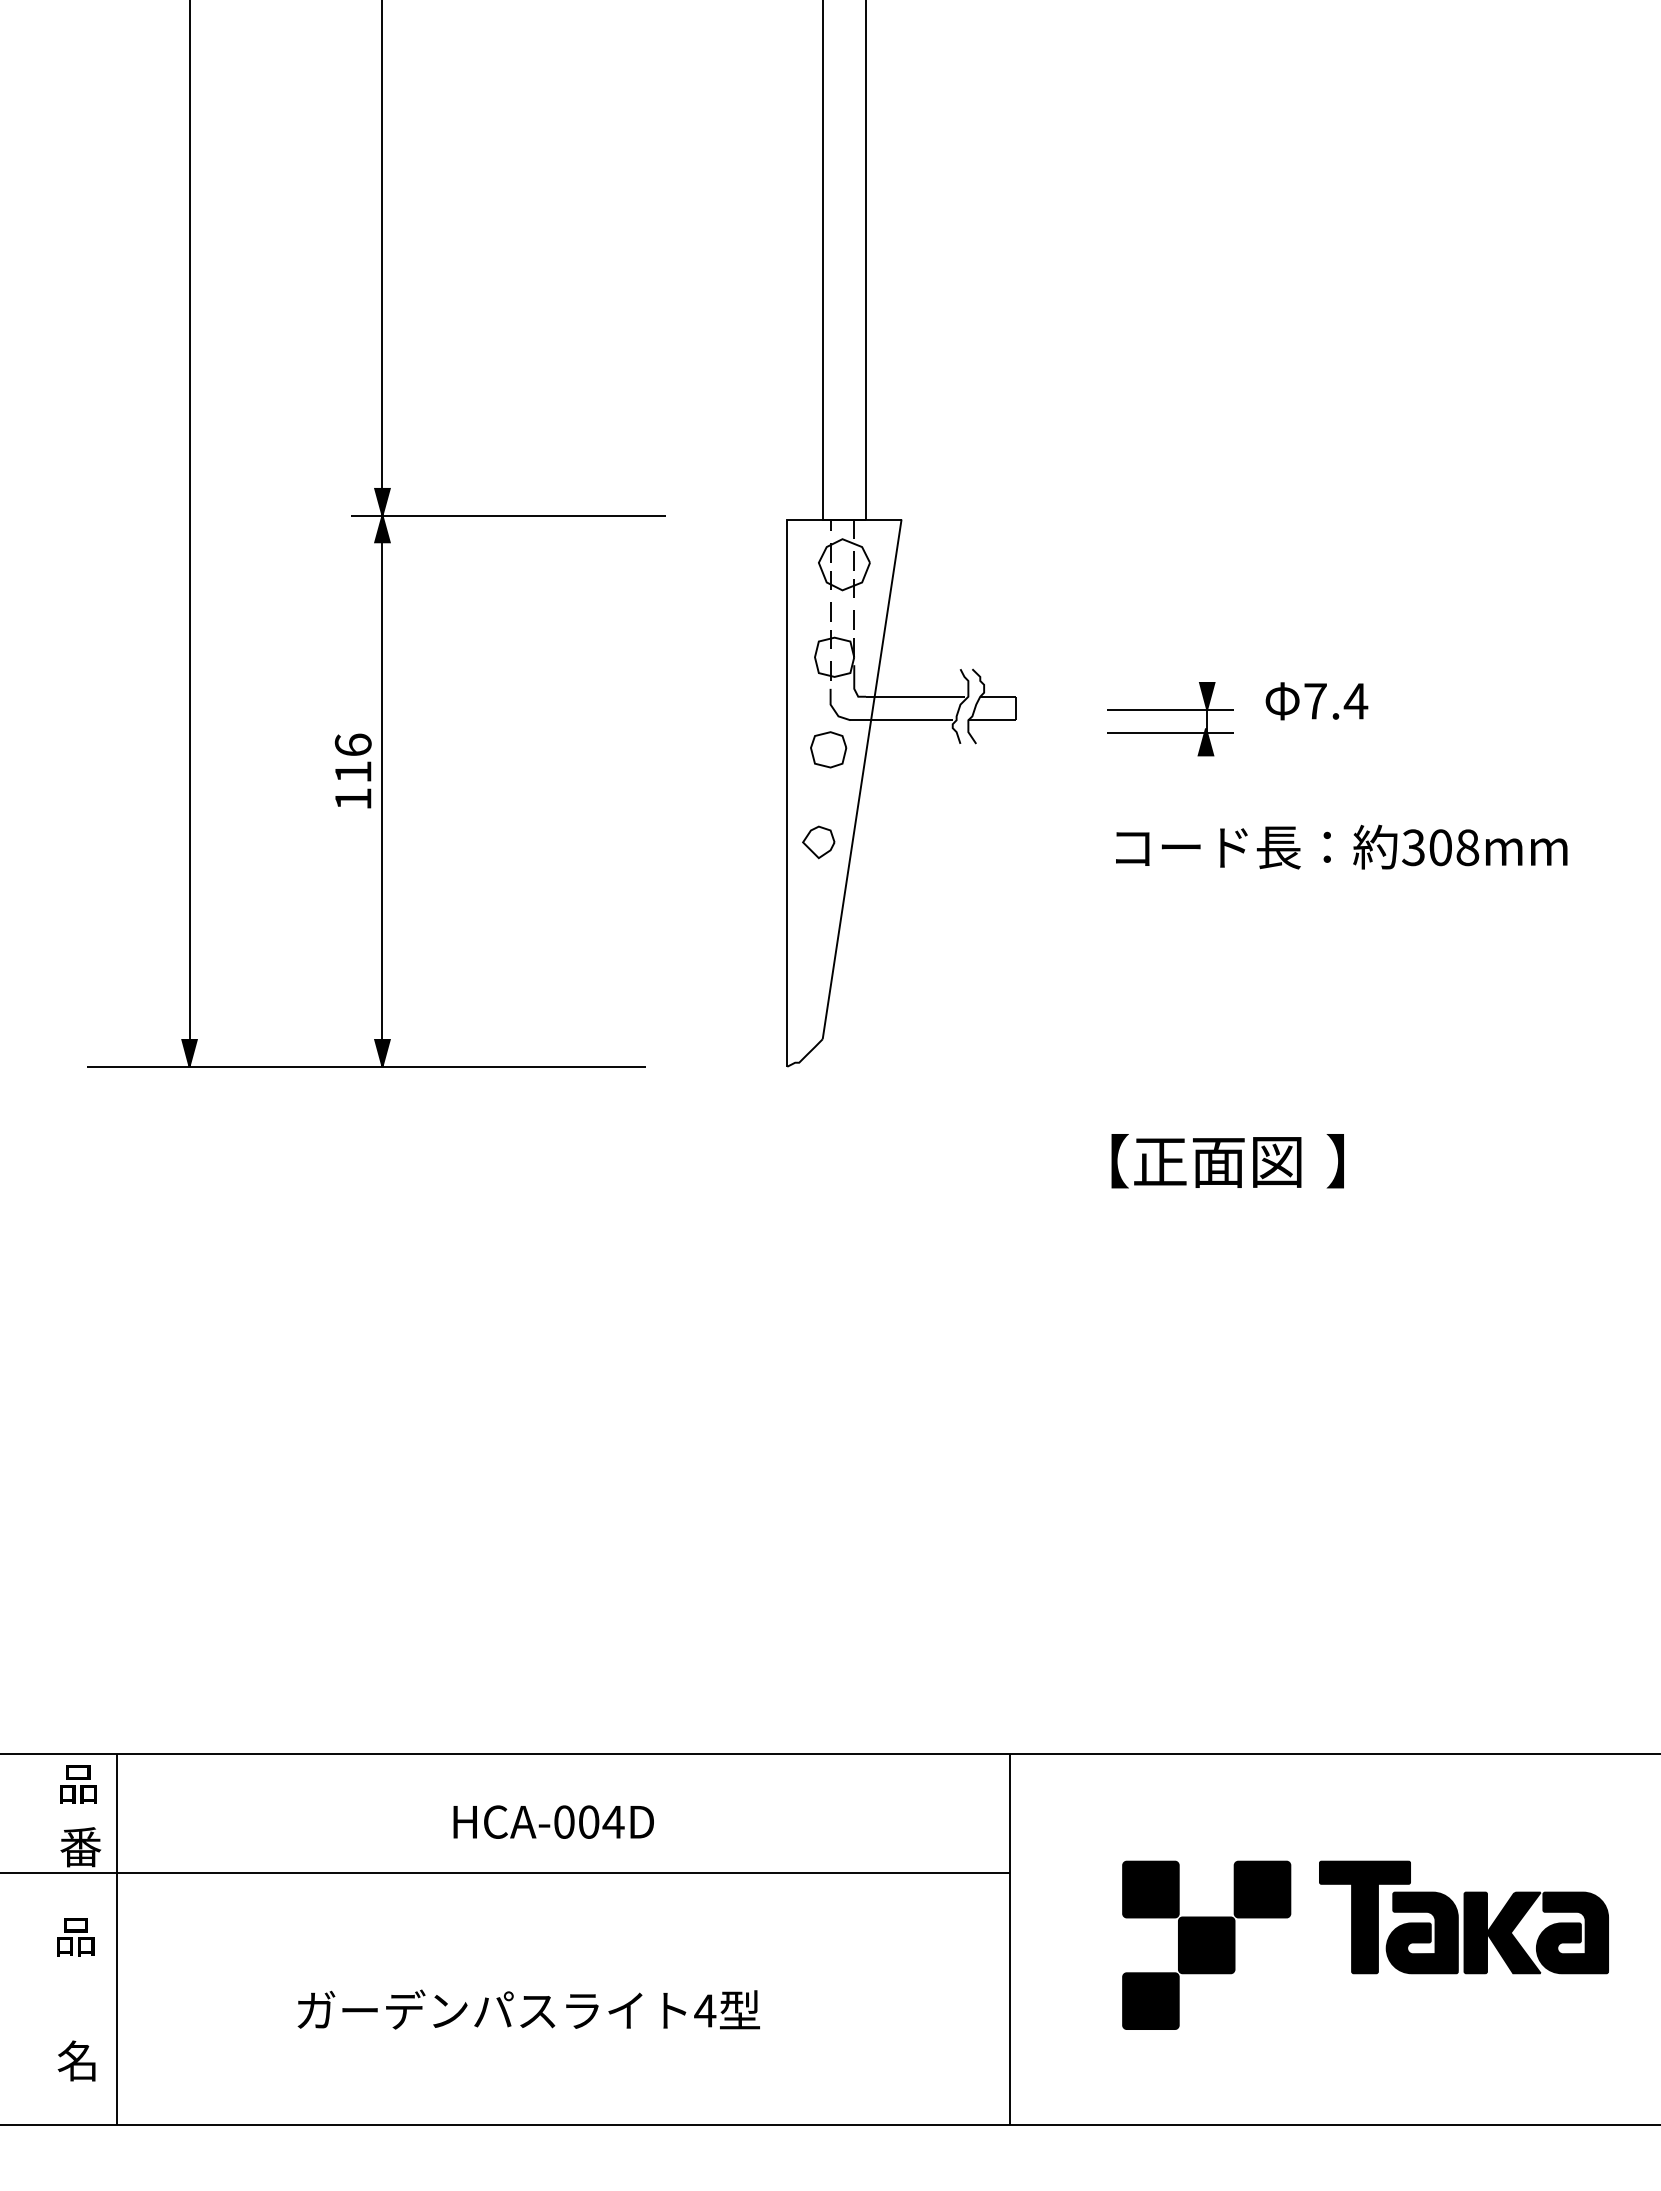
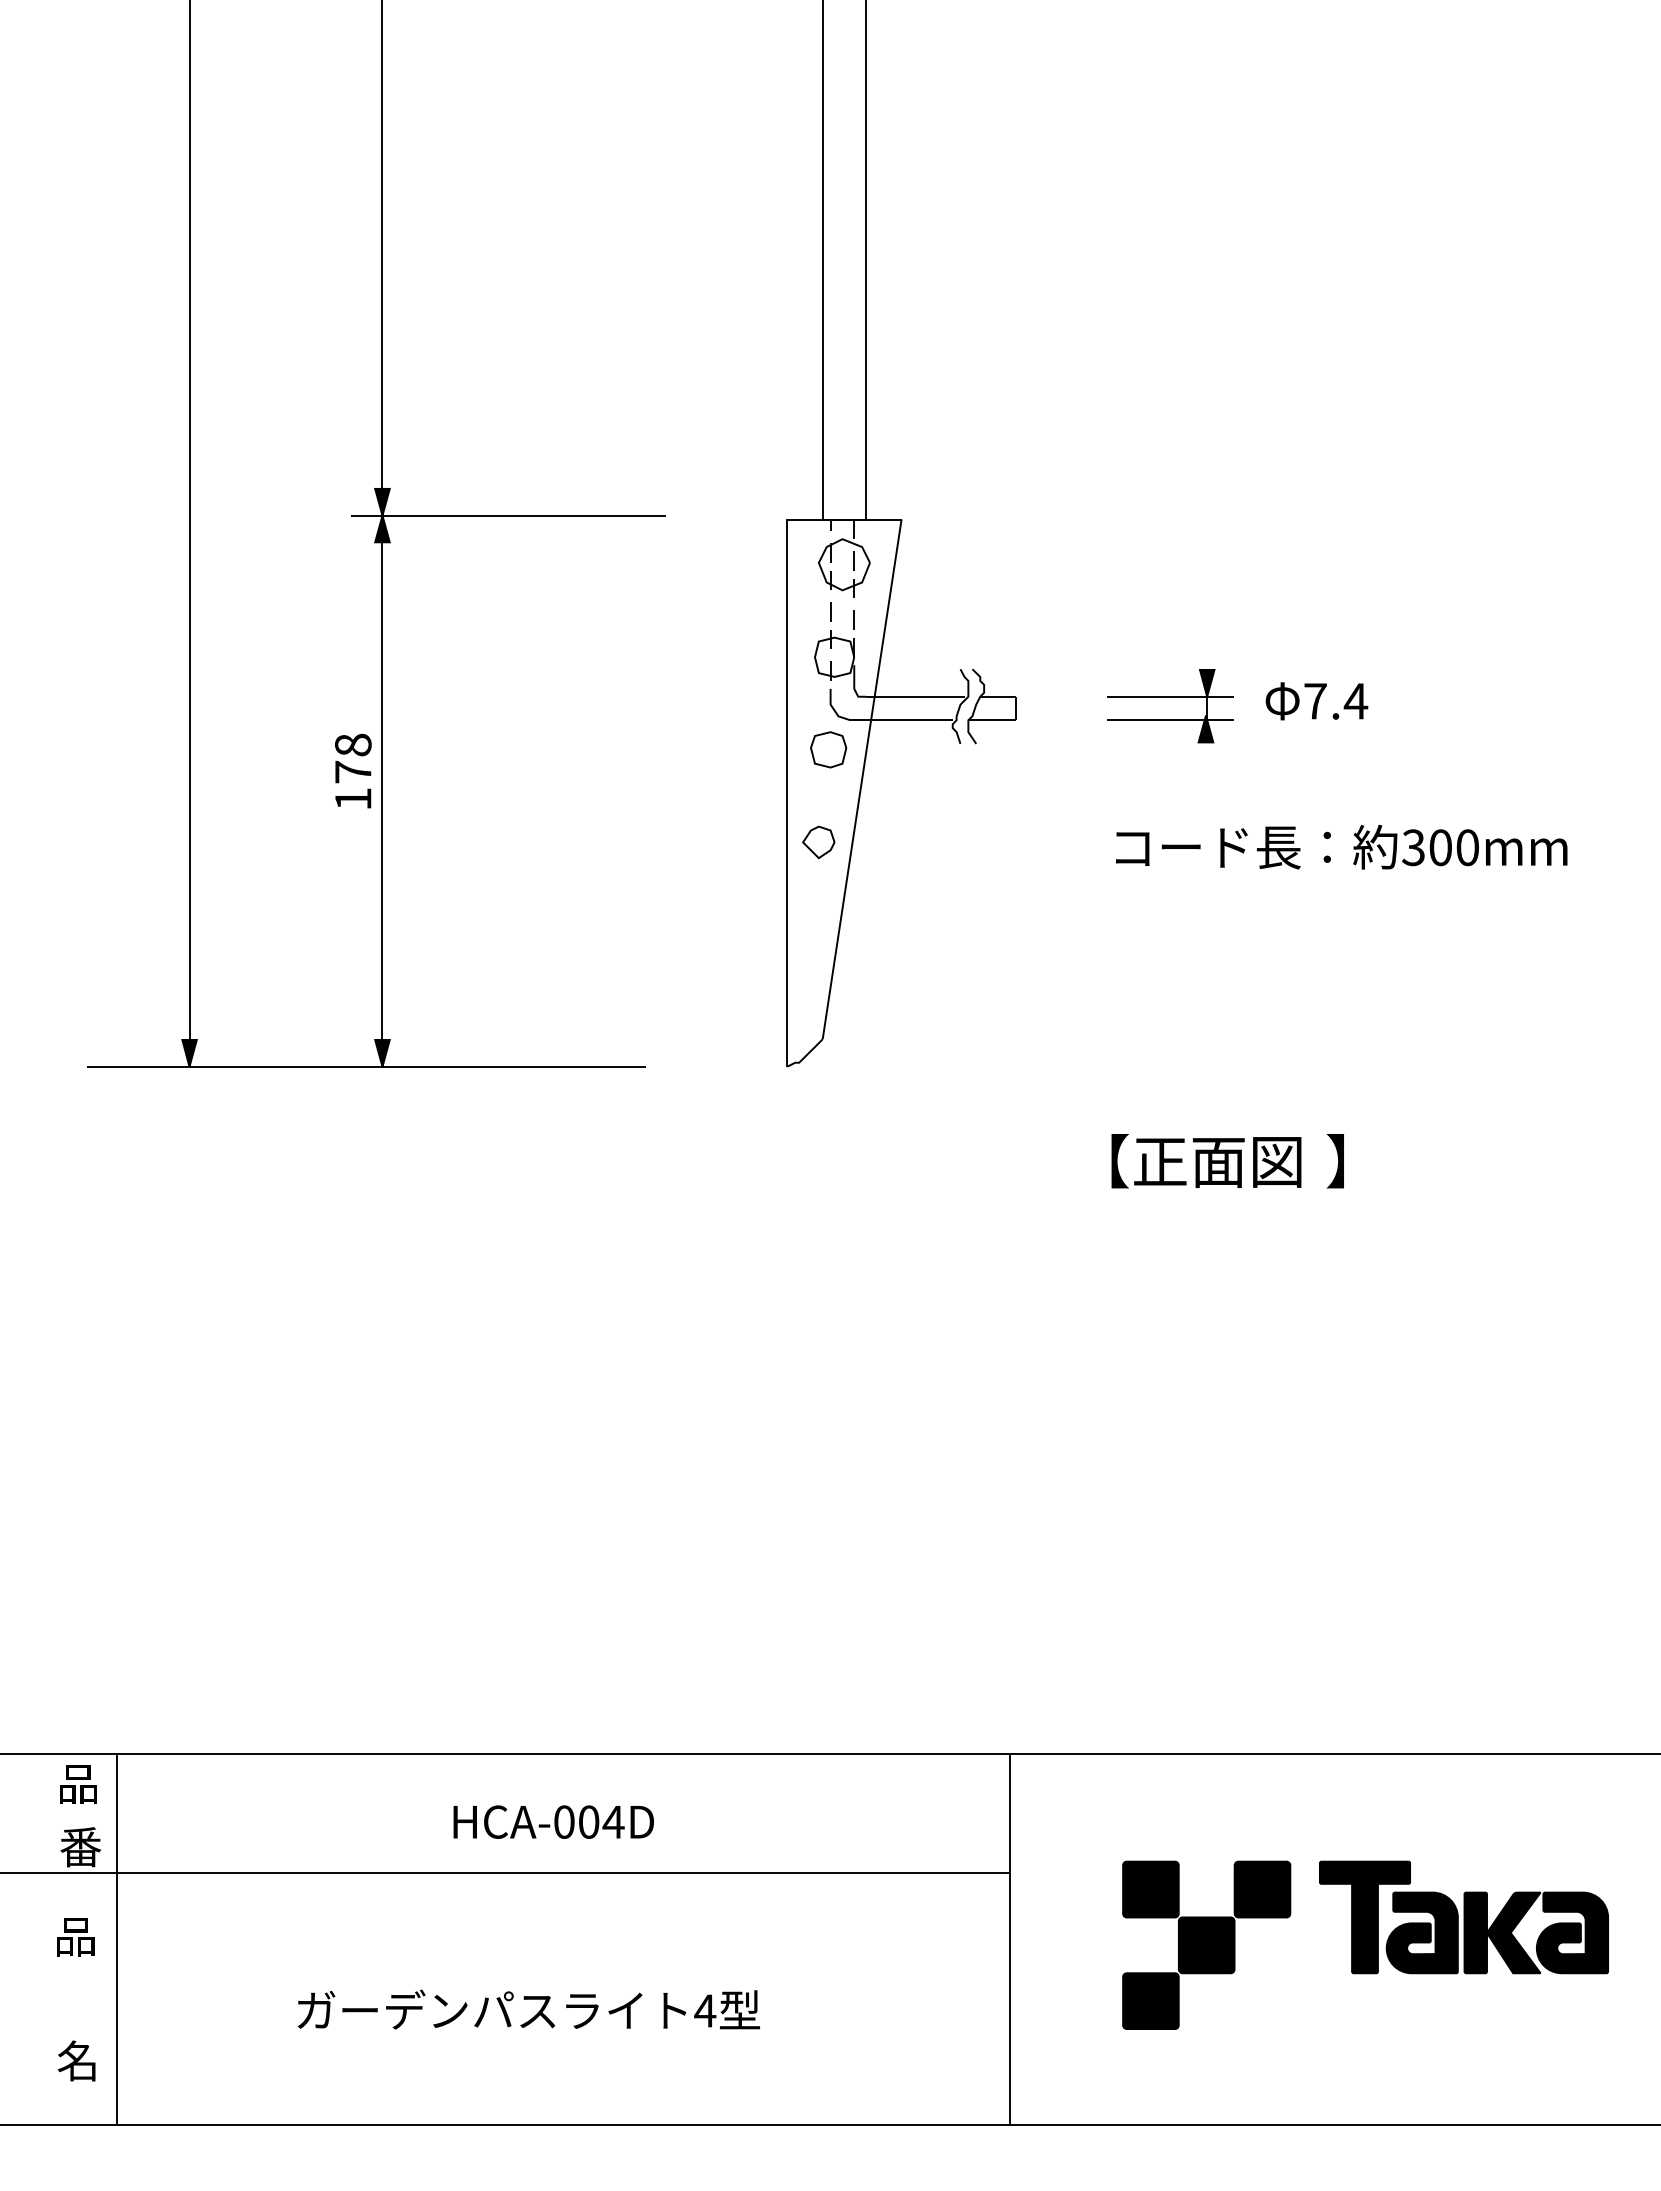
part at (1170, 710) position: (1170, 710) -> (1170, 697)
text at (352, 758): 116 -> 178
text at (1467, 847): 308mm -> 300mm
